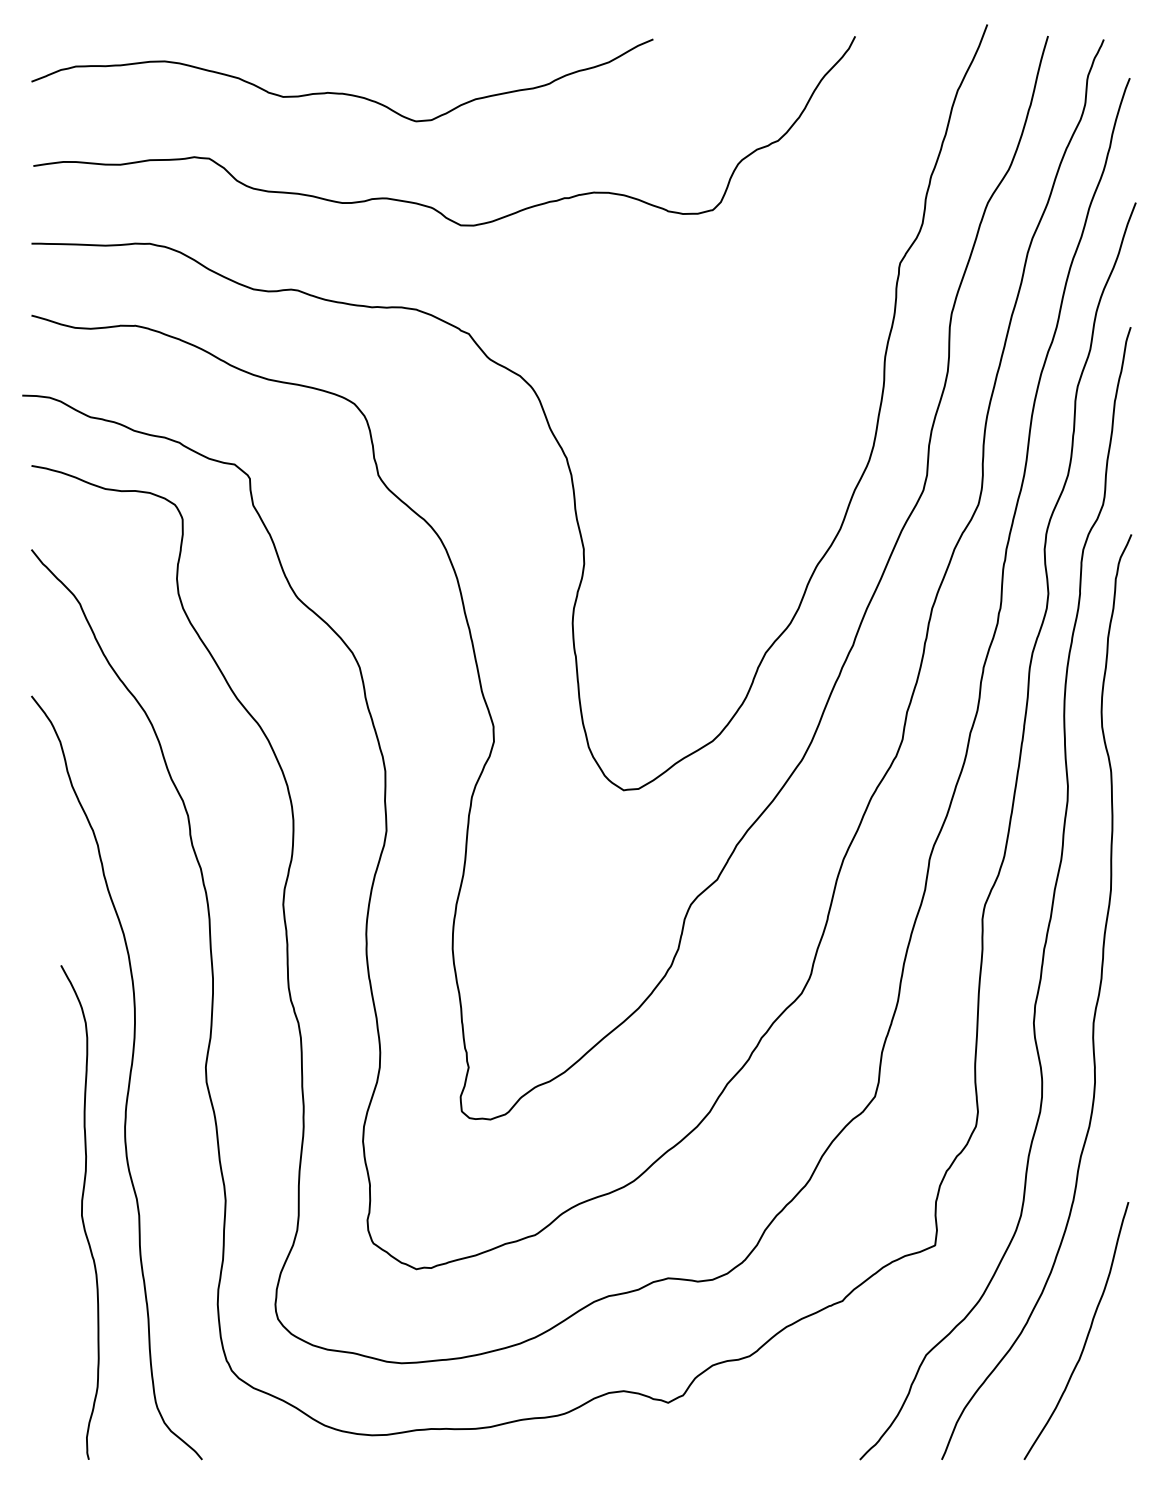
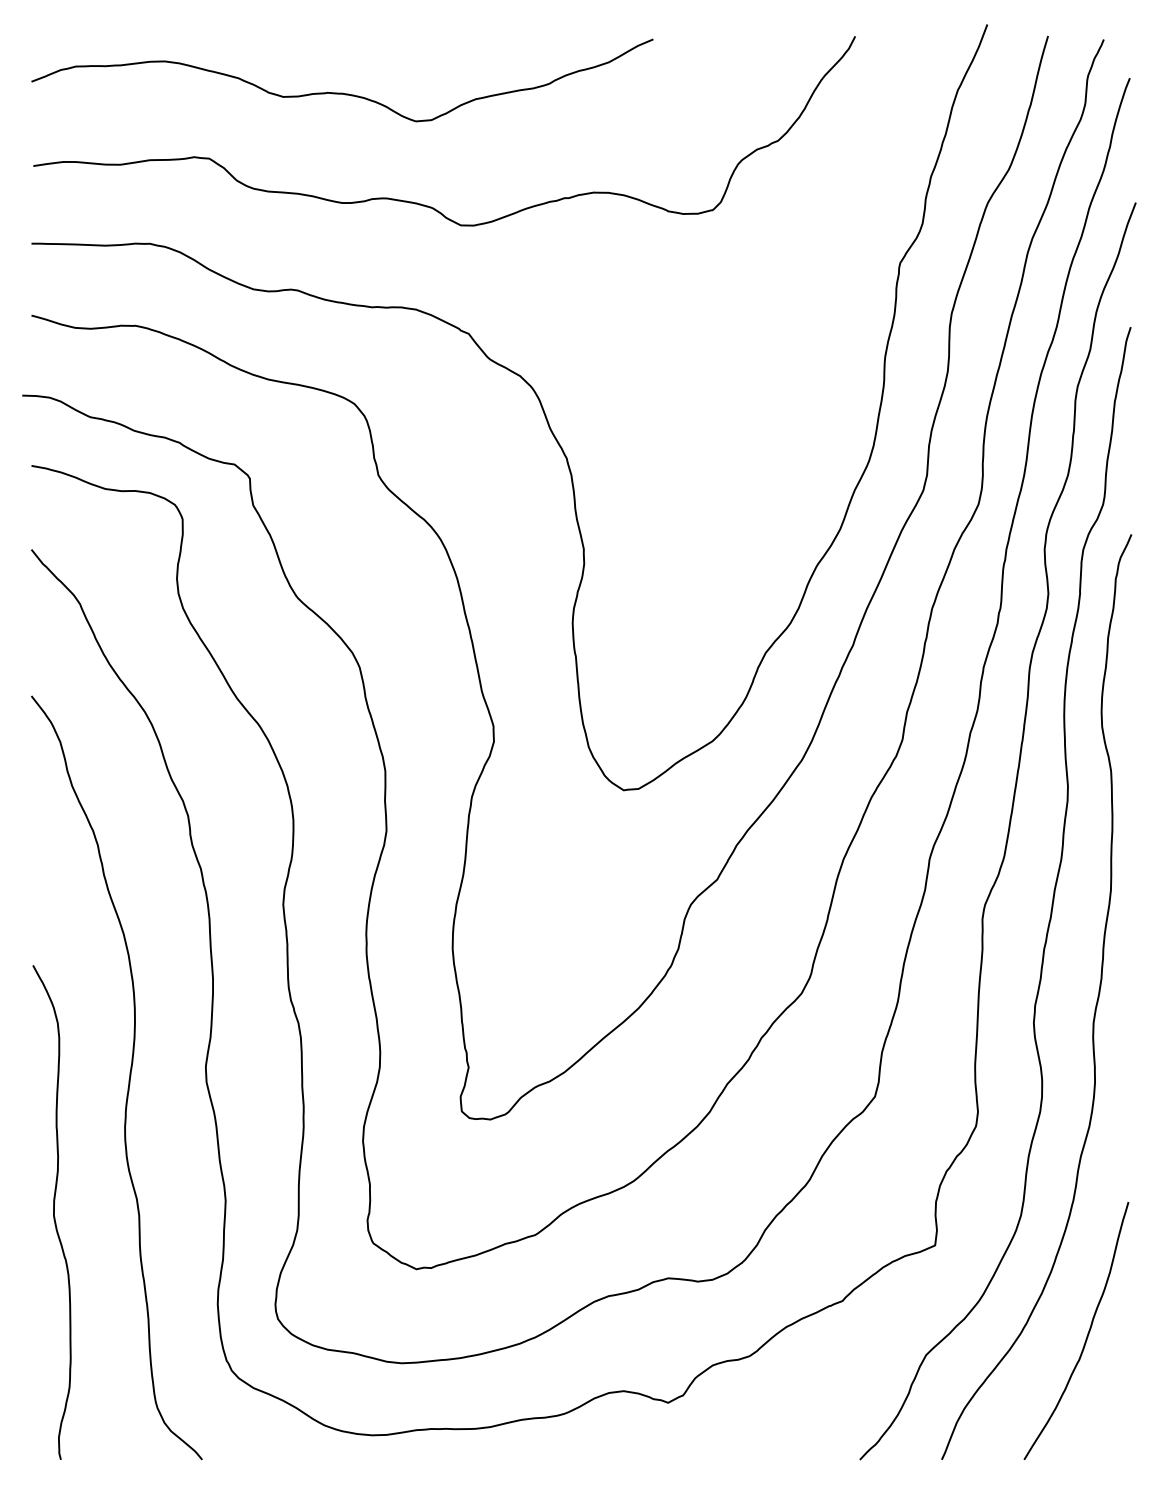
curve at (81, 1212) position: (81, 1212) -> (53, 1212)
